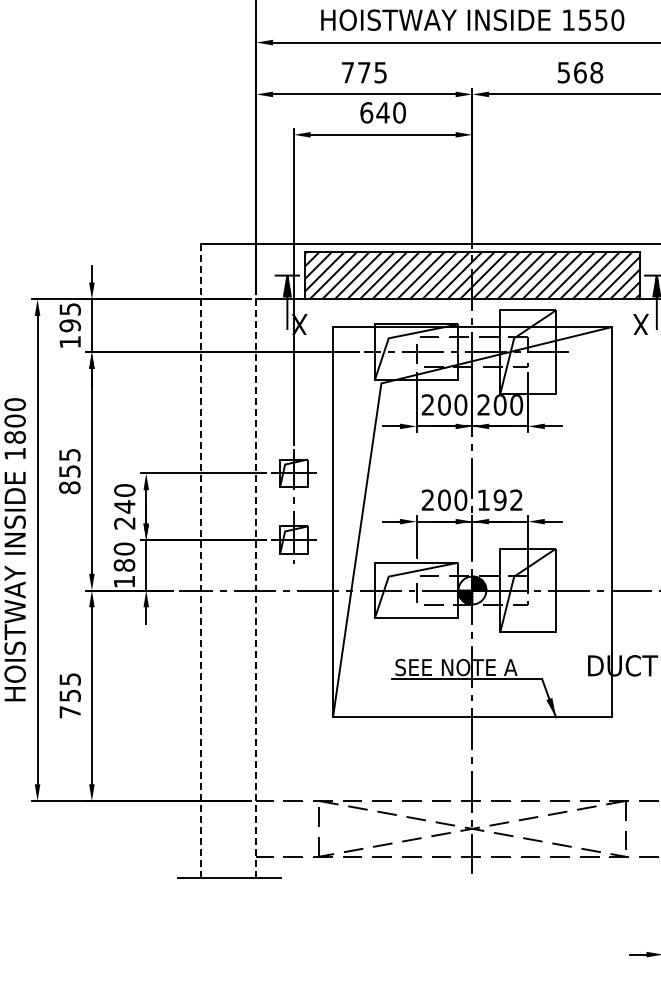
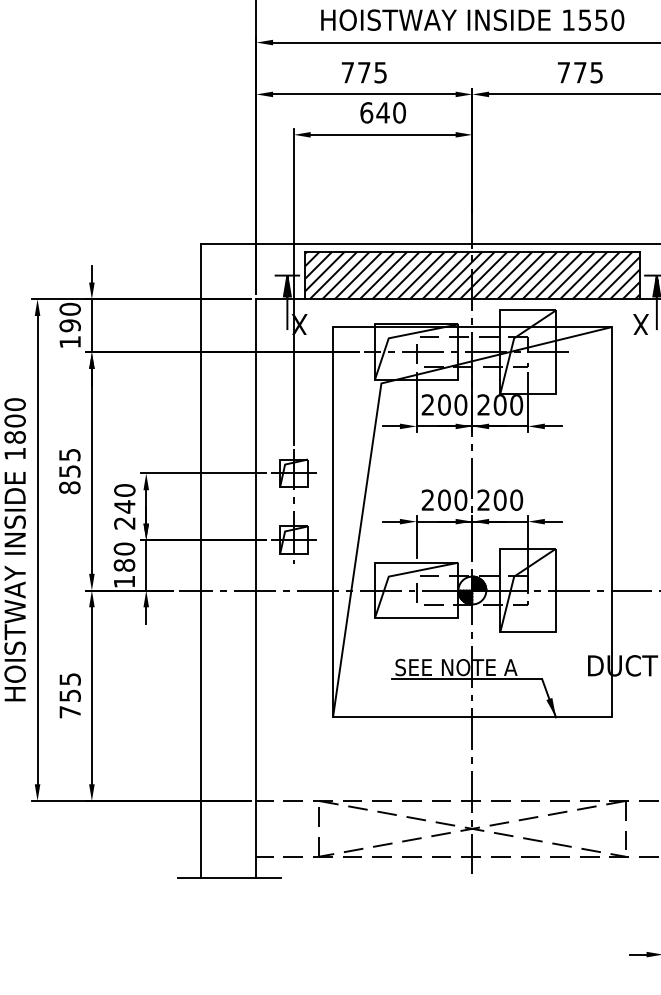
text at (580, 72): 568 -> 775
text at (69, 308): 195 -> 190
text at (500, 499): 192 -> 200
line at (200, 561): dashed -> solid
line at (256, 588): dashed -> solid
